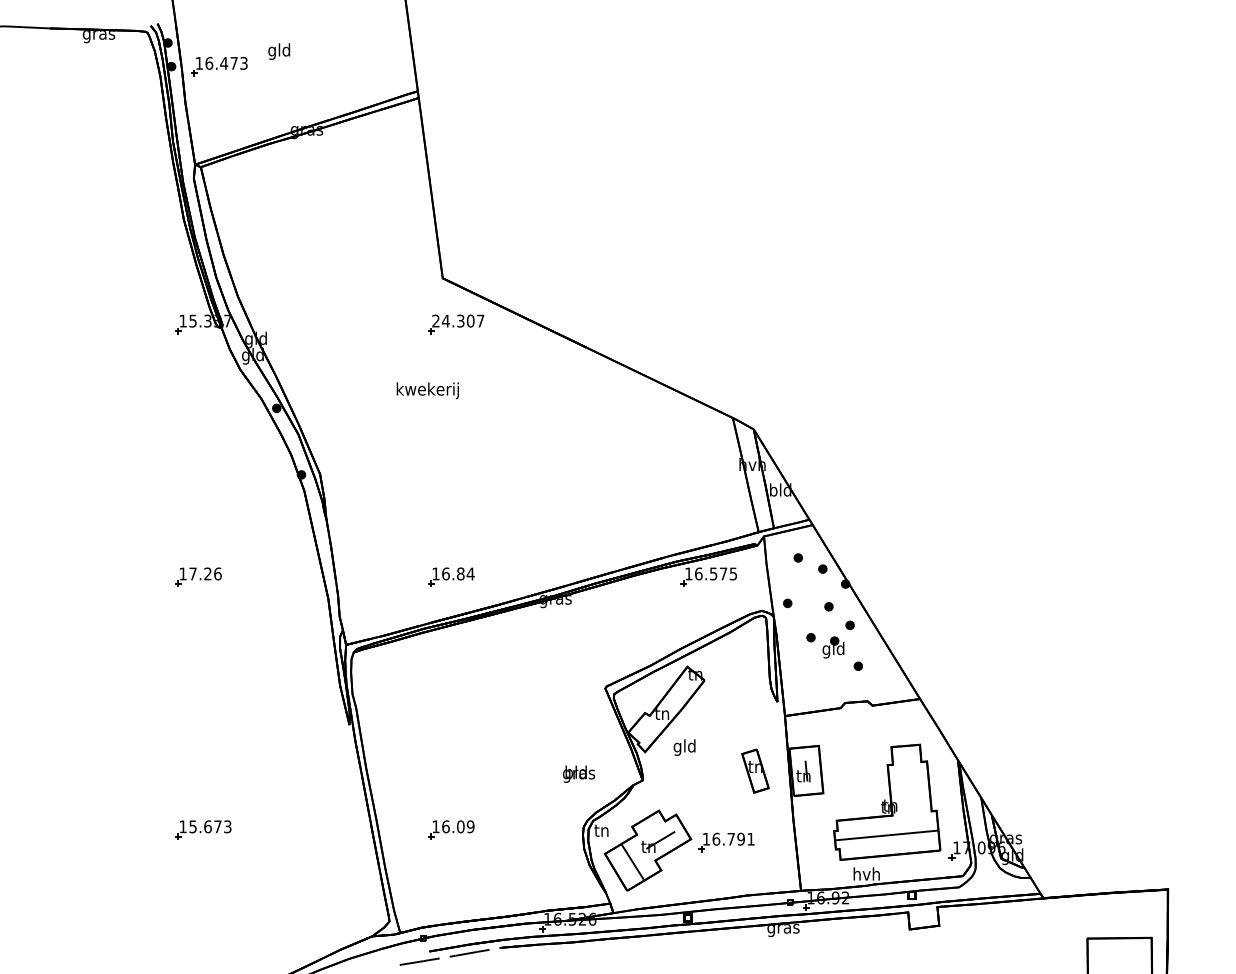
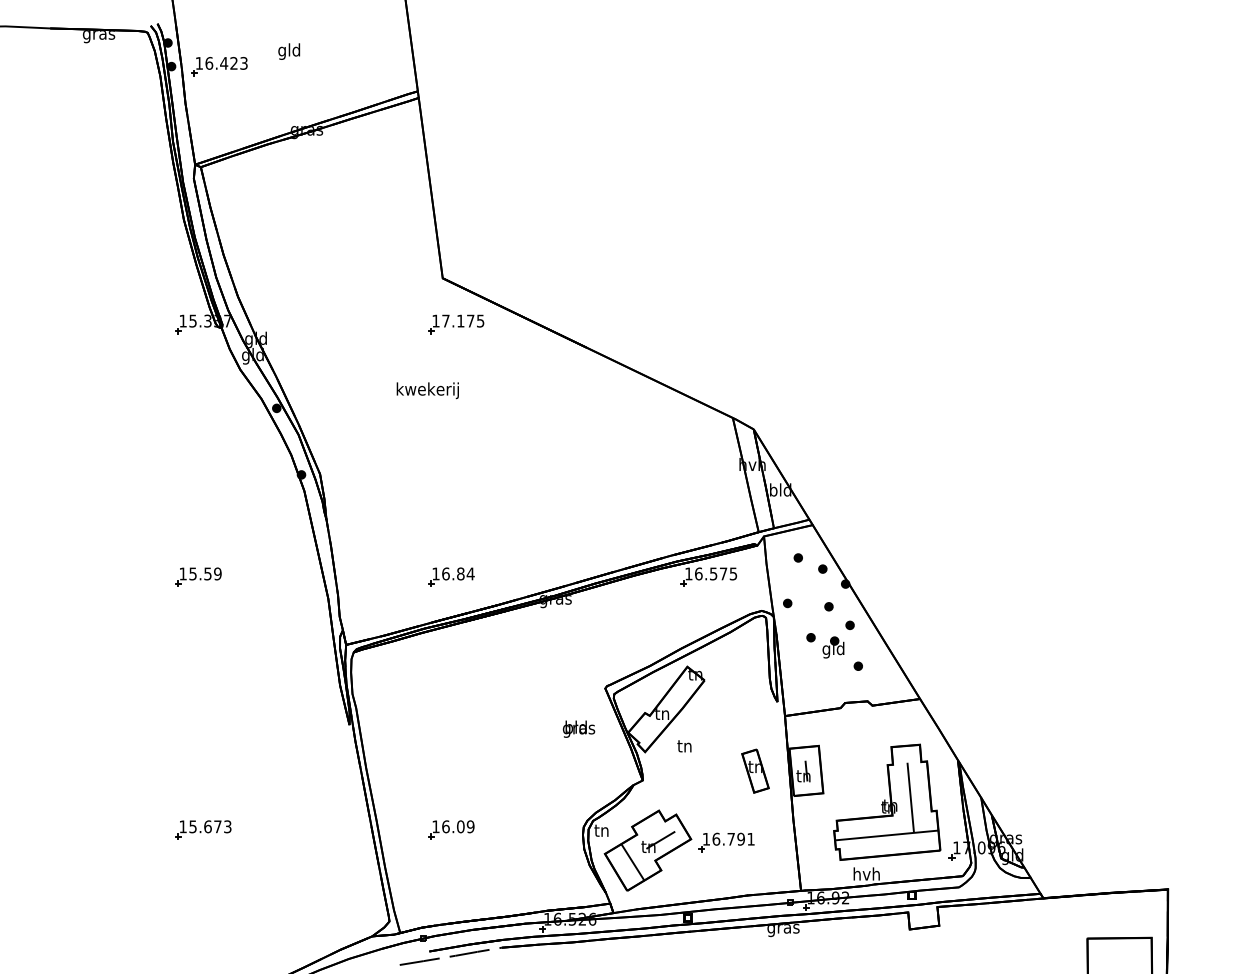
text at (279, 51) position: (279, 51) -> (289, 51)
text at (233, 63): 16.473 -> 16.423
text at (458, 320): 24.307 -> 17.175
text at (205, 573): 17.26 -> 15.59
text at (684, 747): gld -> tn
text at (578, 773) position: (578, 773) -> (578, 728)
line at (910, 797): none -> present
